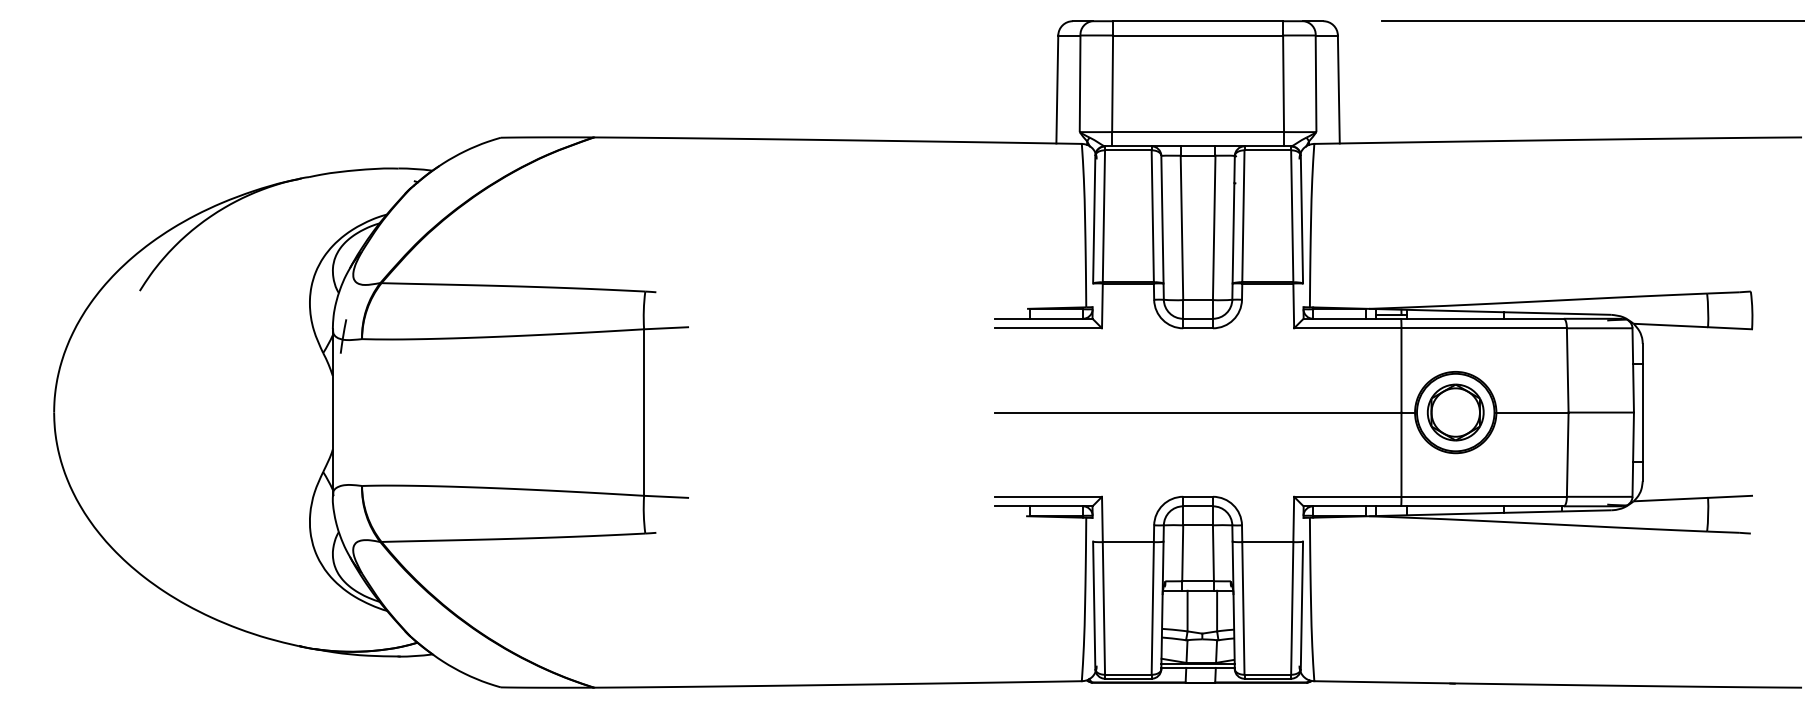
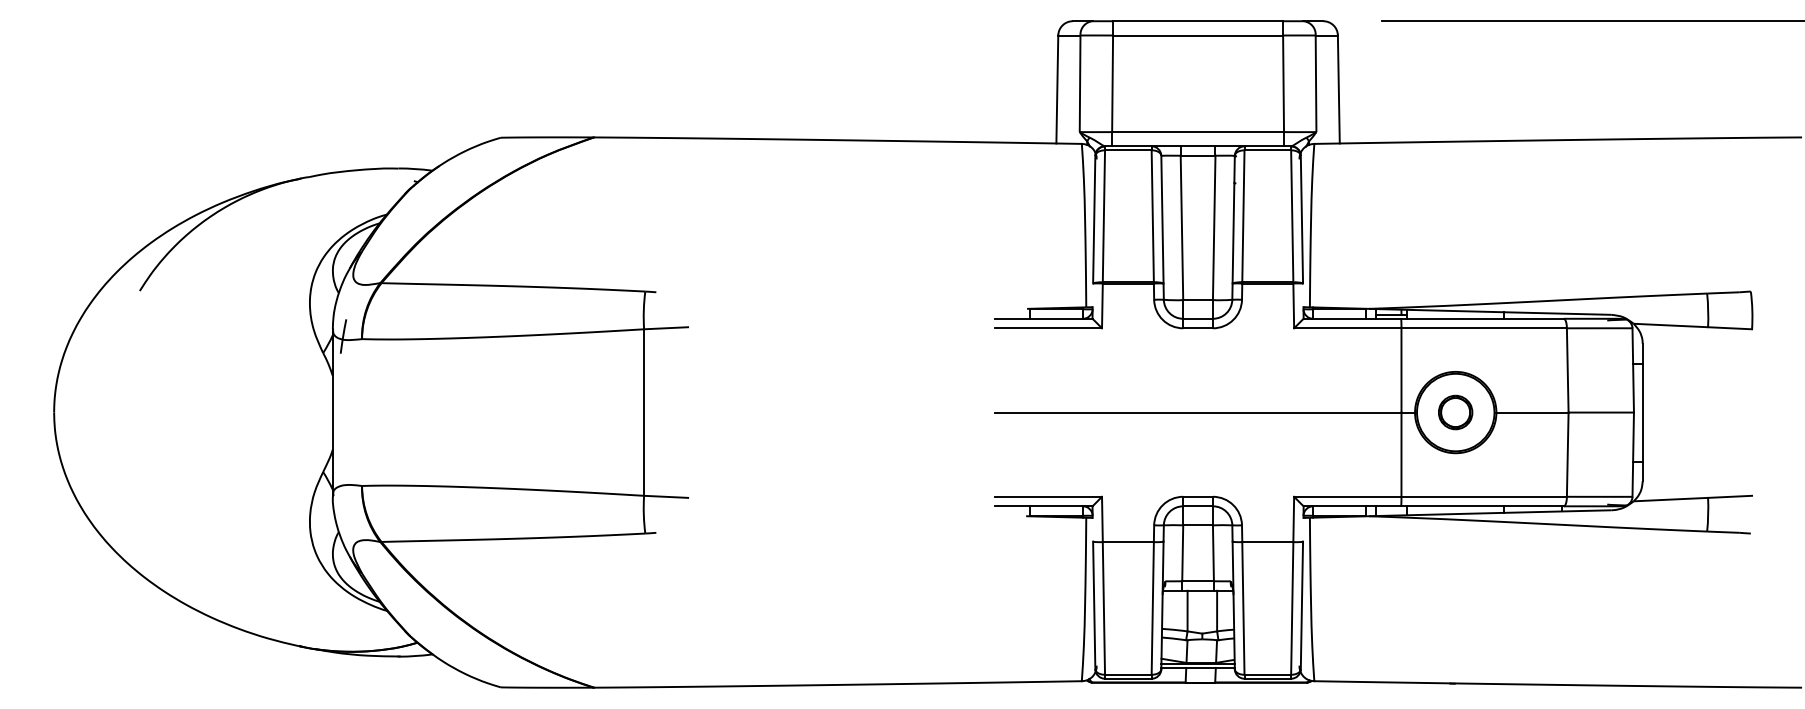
part at (1455, 412) size: 59x59 px -> 36x37 px
